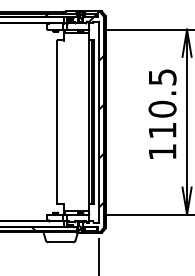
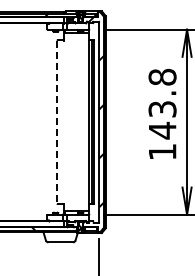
text at (162, 103): 110.5 -> 143.8
line at (57, 122): solid -> dashed
